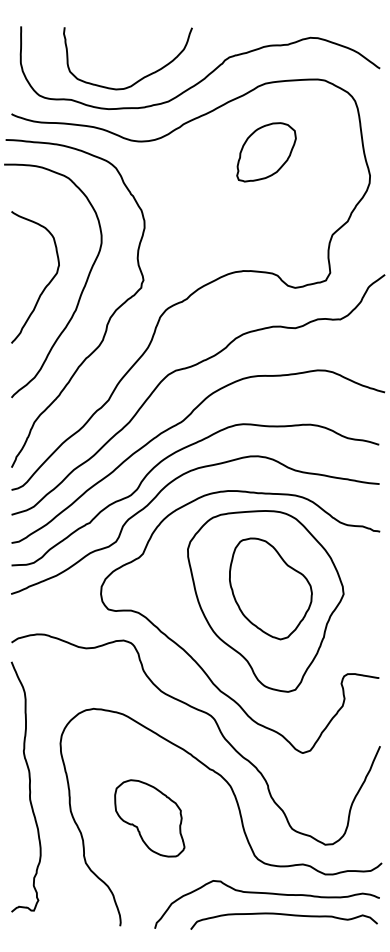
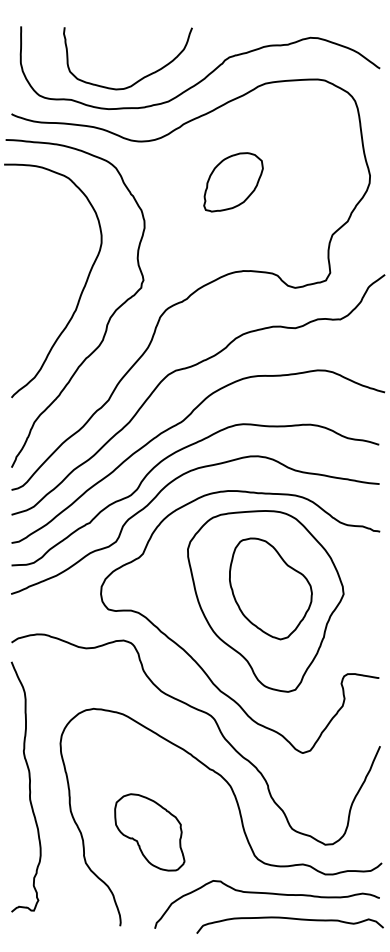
part at (266, 152) position: (266, 152) -> (233, 182)
curve at (46, 284): present -> none
part at (149, 818) position: (149, 818) -> (149, 832)
curve at (283, 915) position: (283, 915) -> (289, 919)
